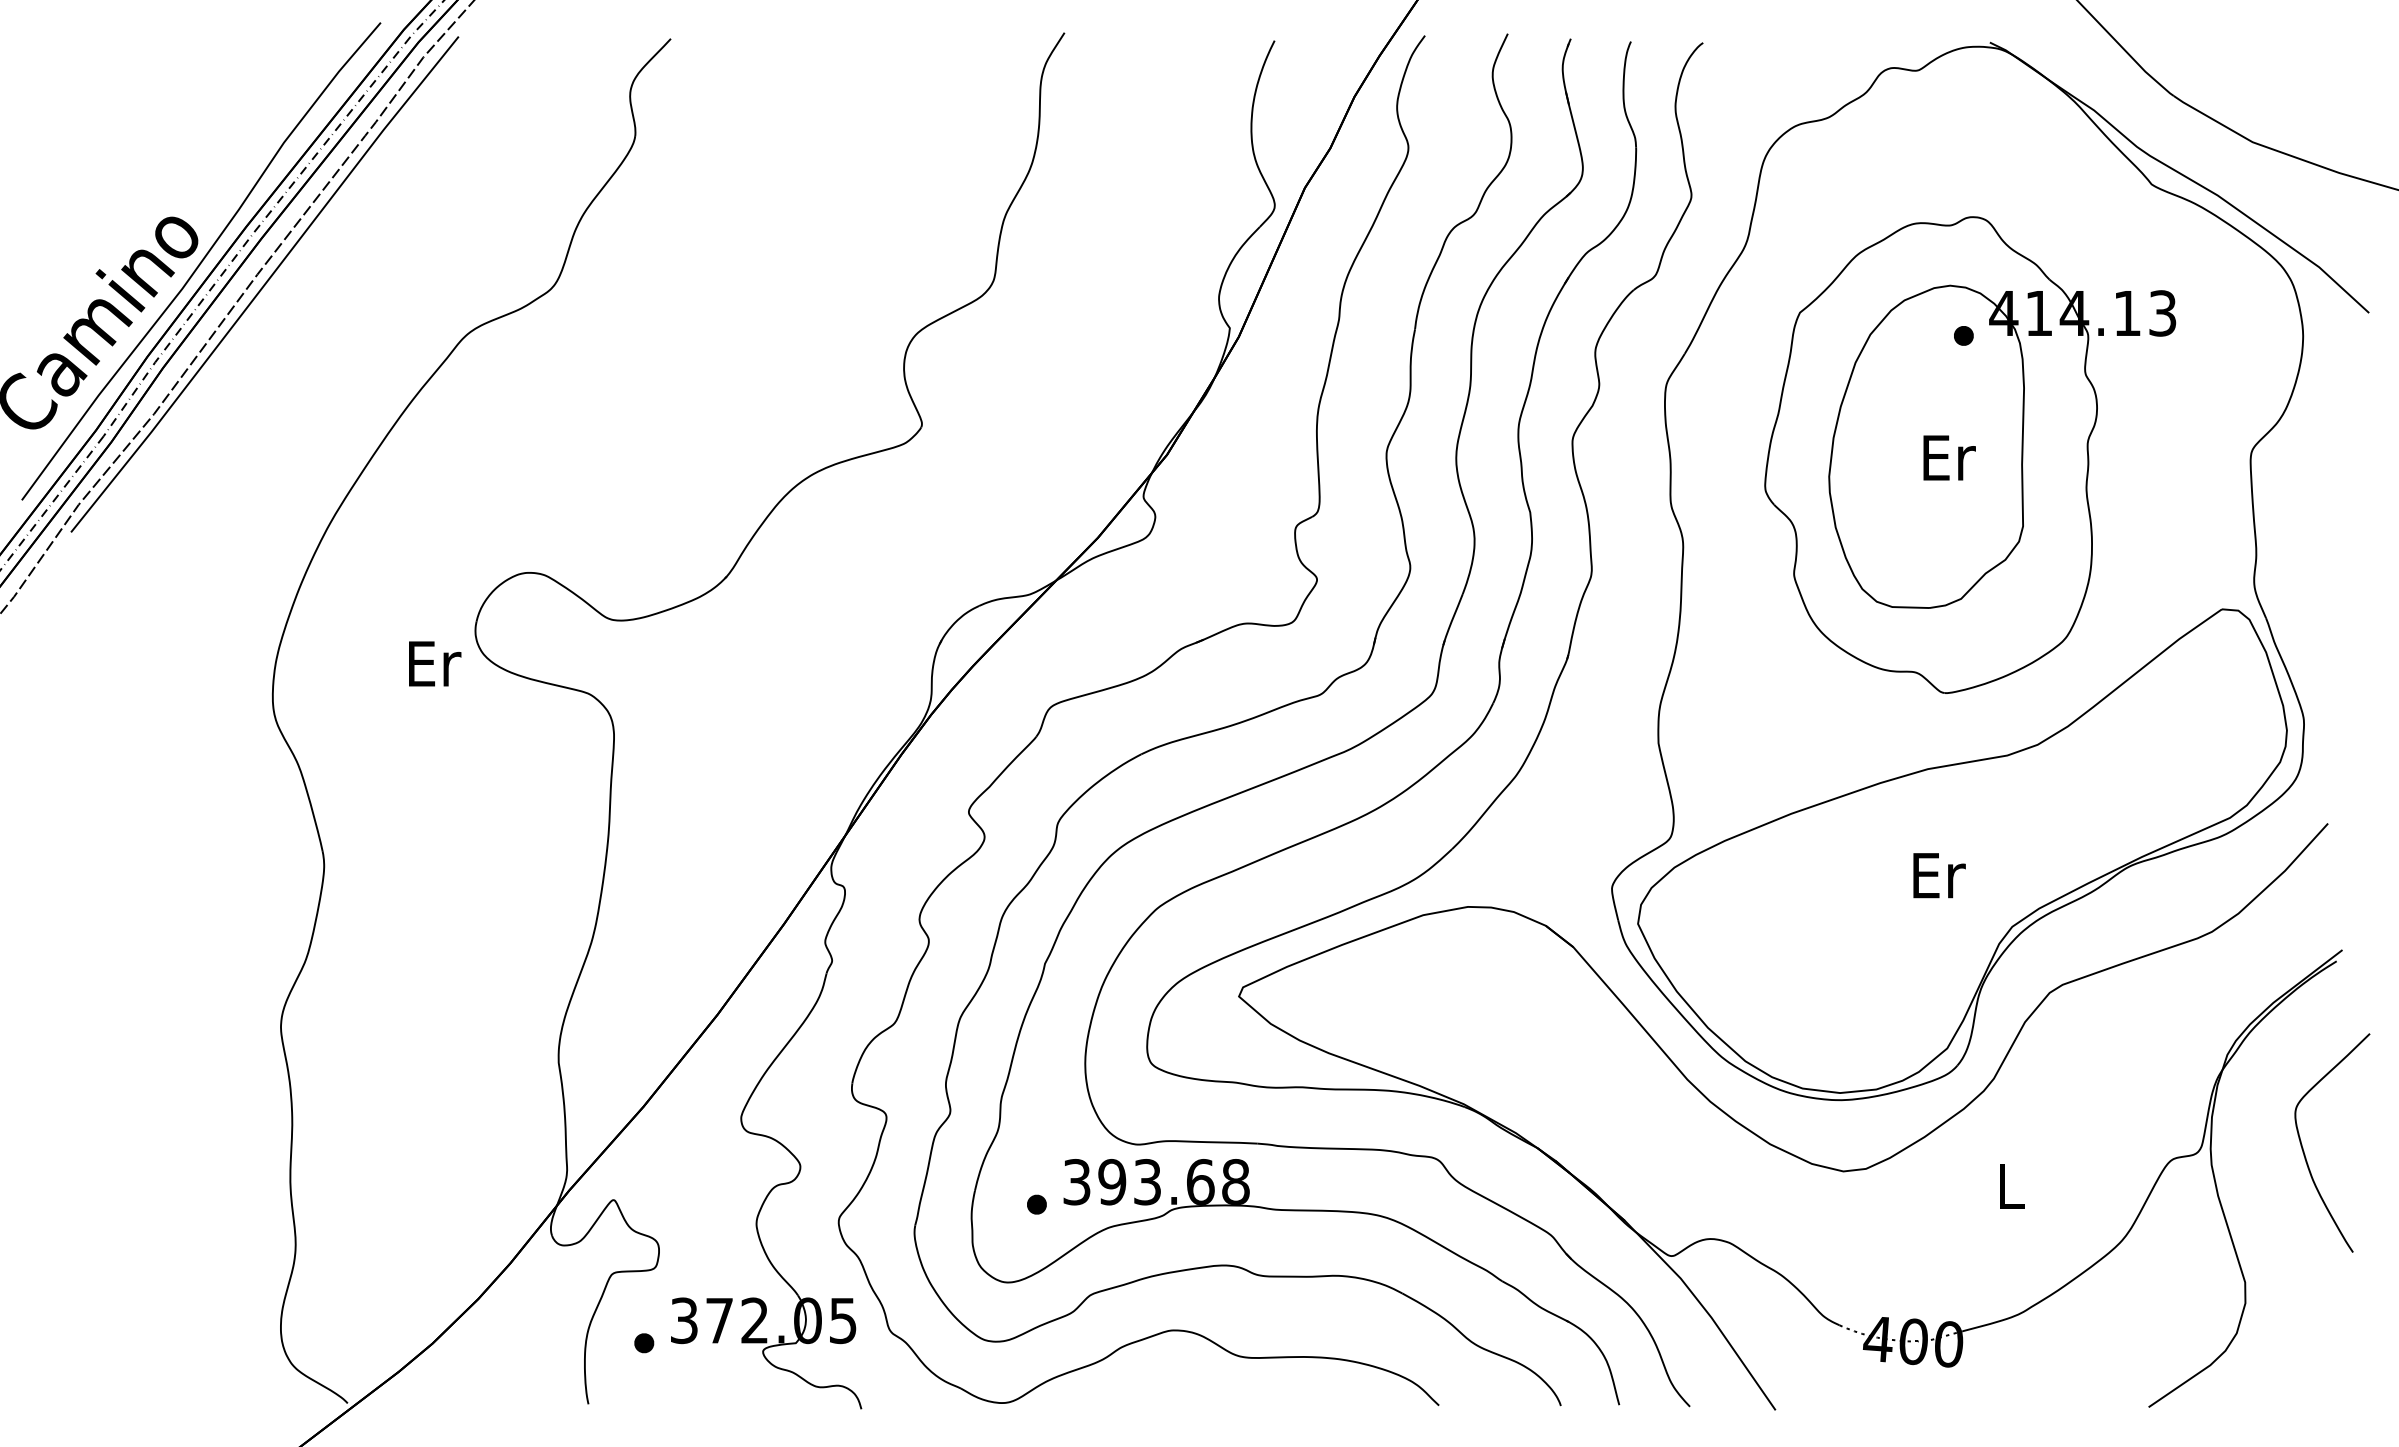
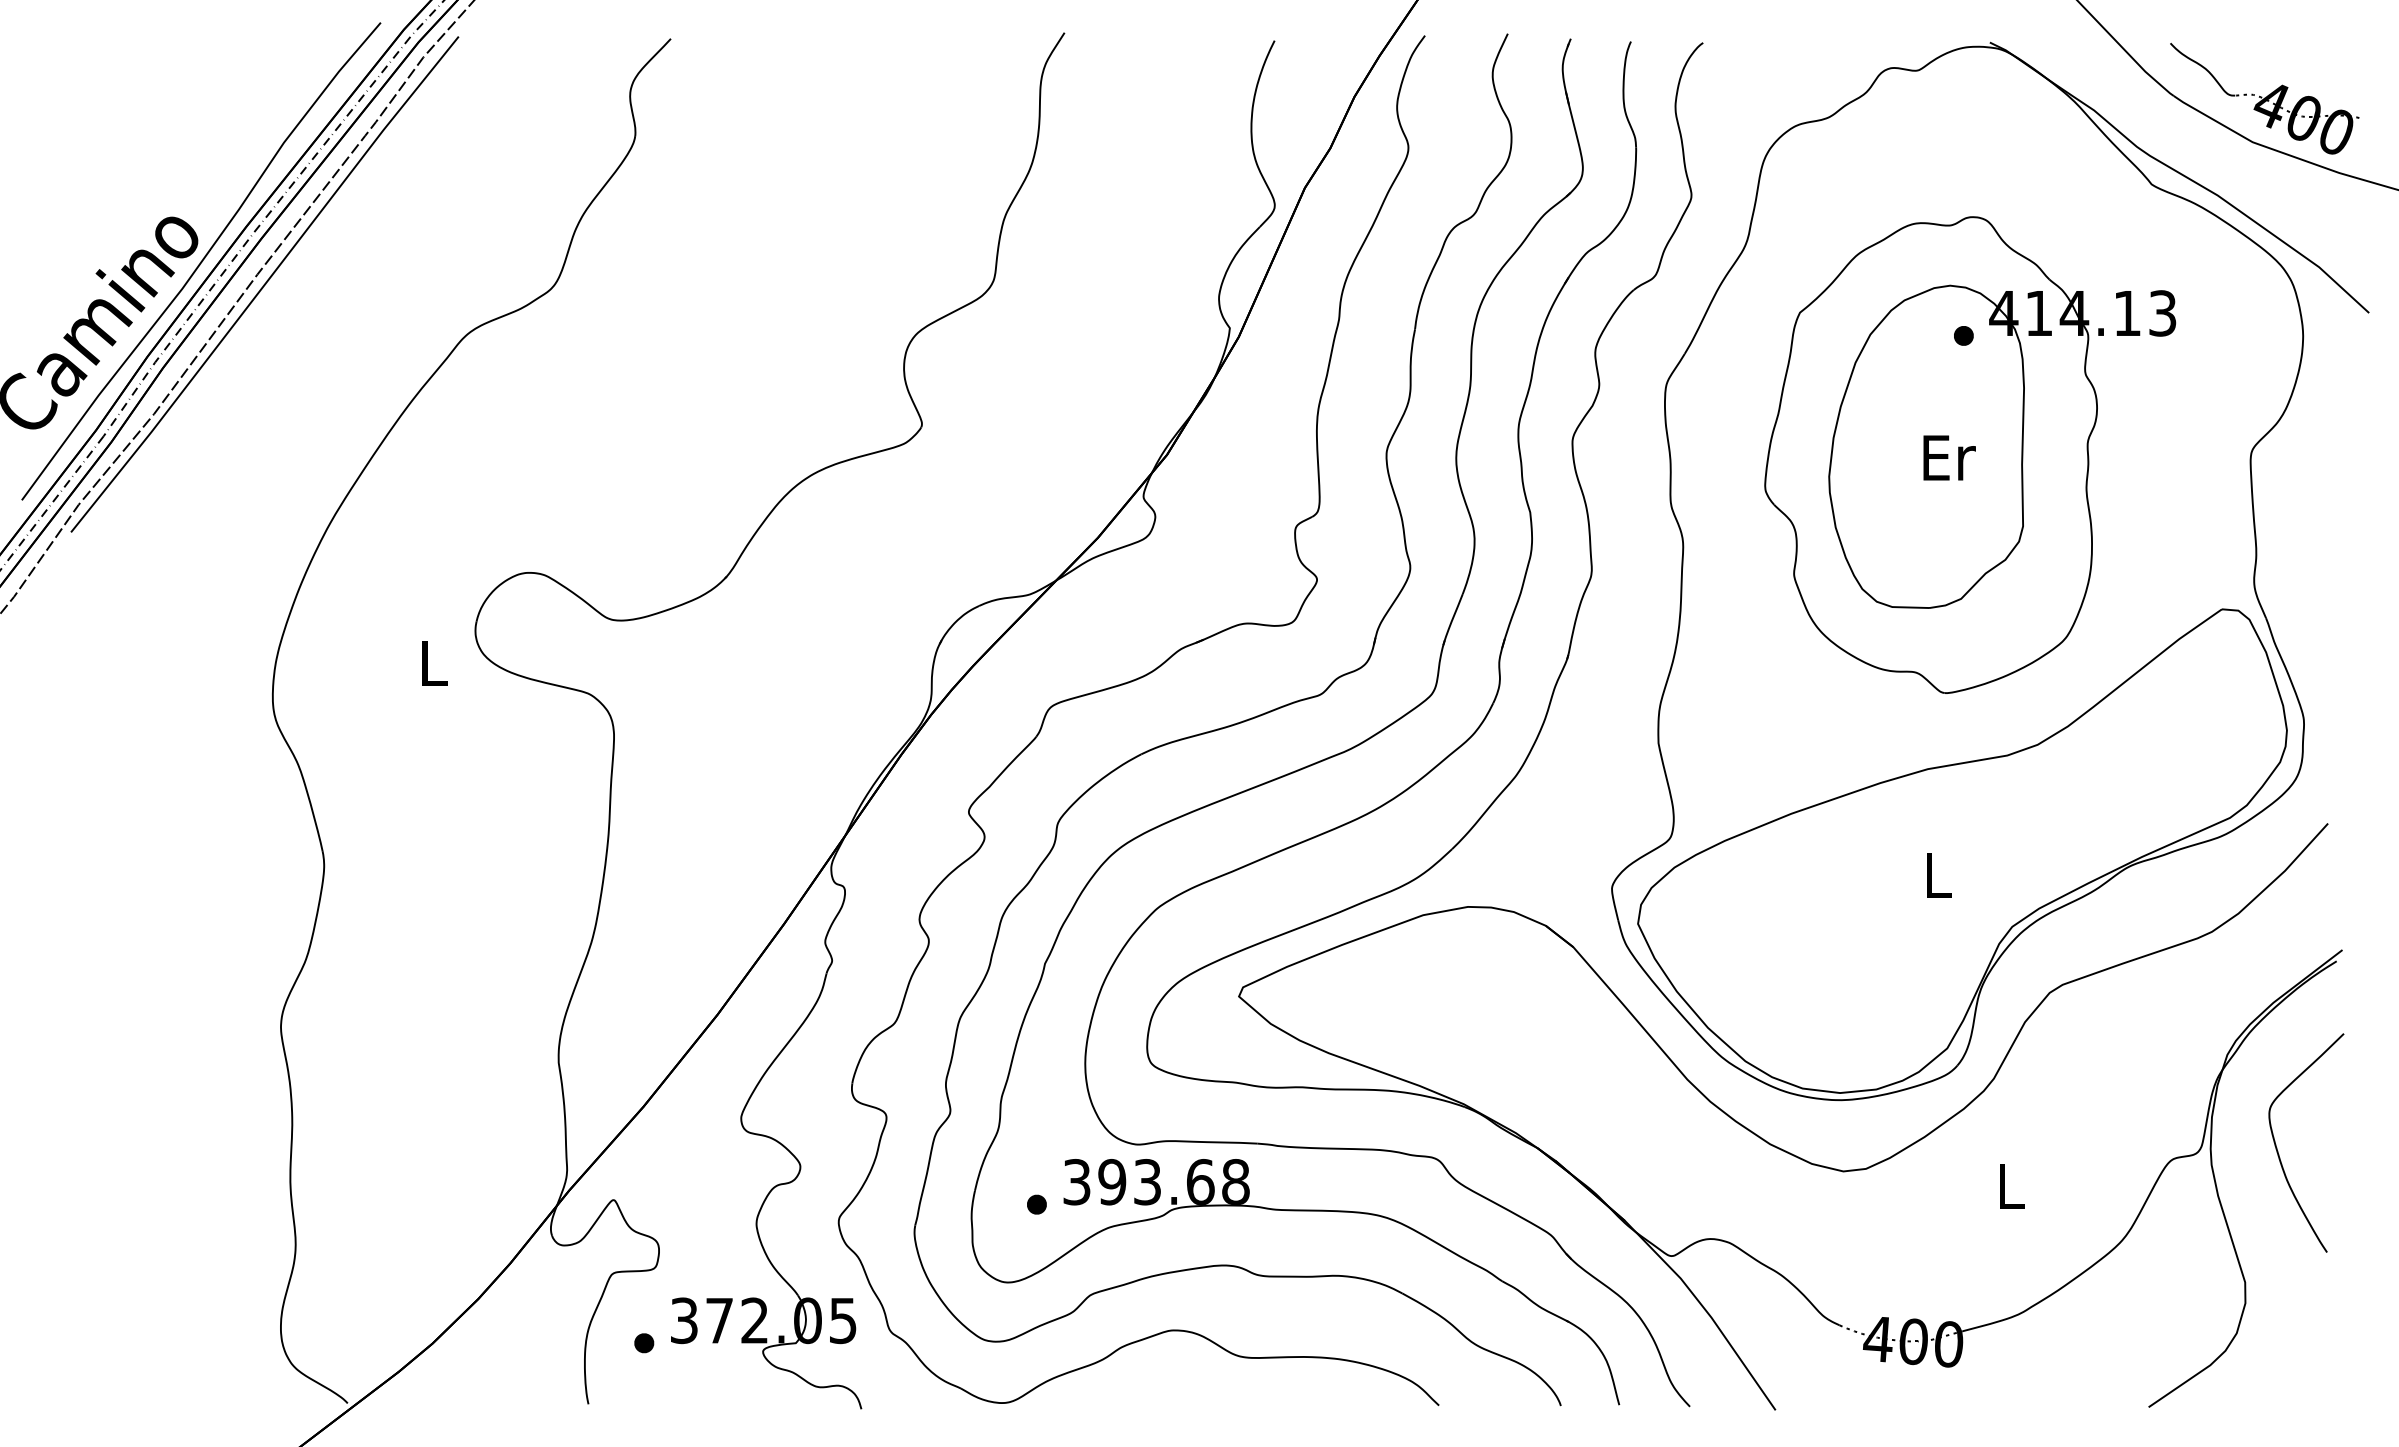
part at (2264, 98): none -> present
text at (435, 663): Er -> L
text at (1939, 875): Er -> L
curve at (2304, 1151) position: (2304, 1151) -> (2278, 1151)
